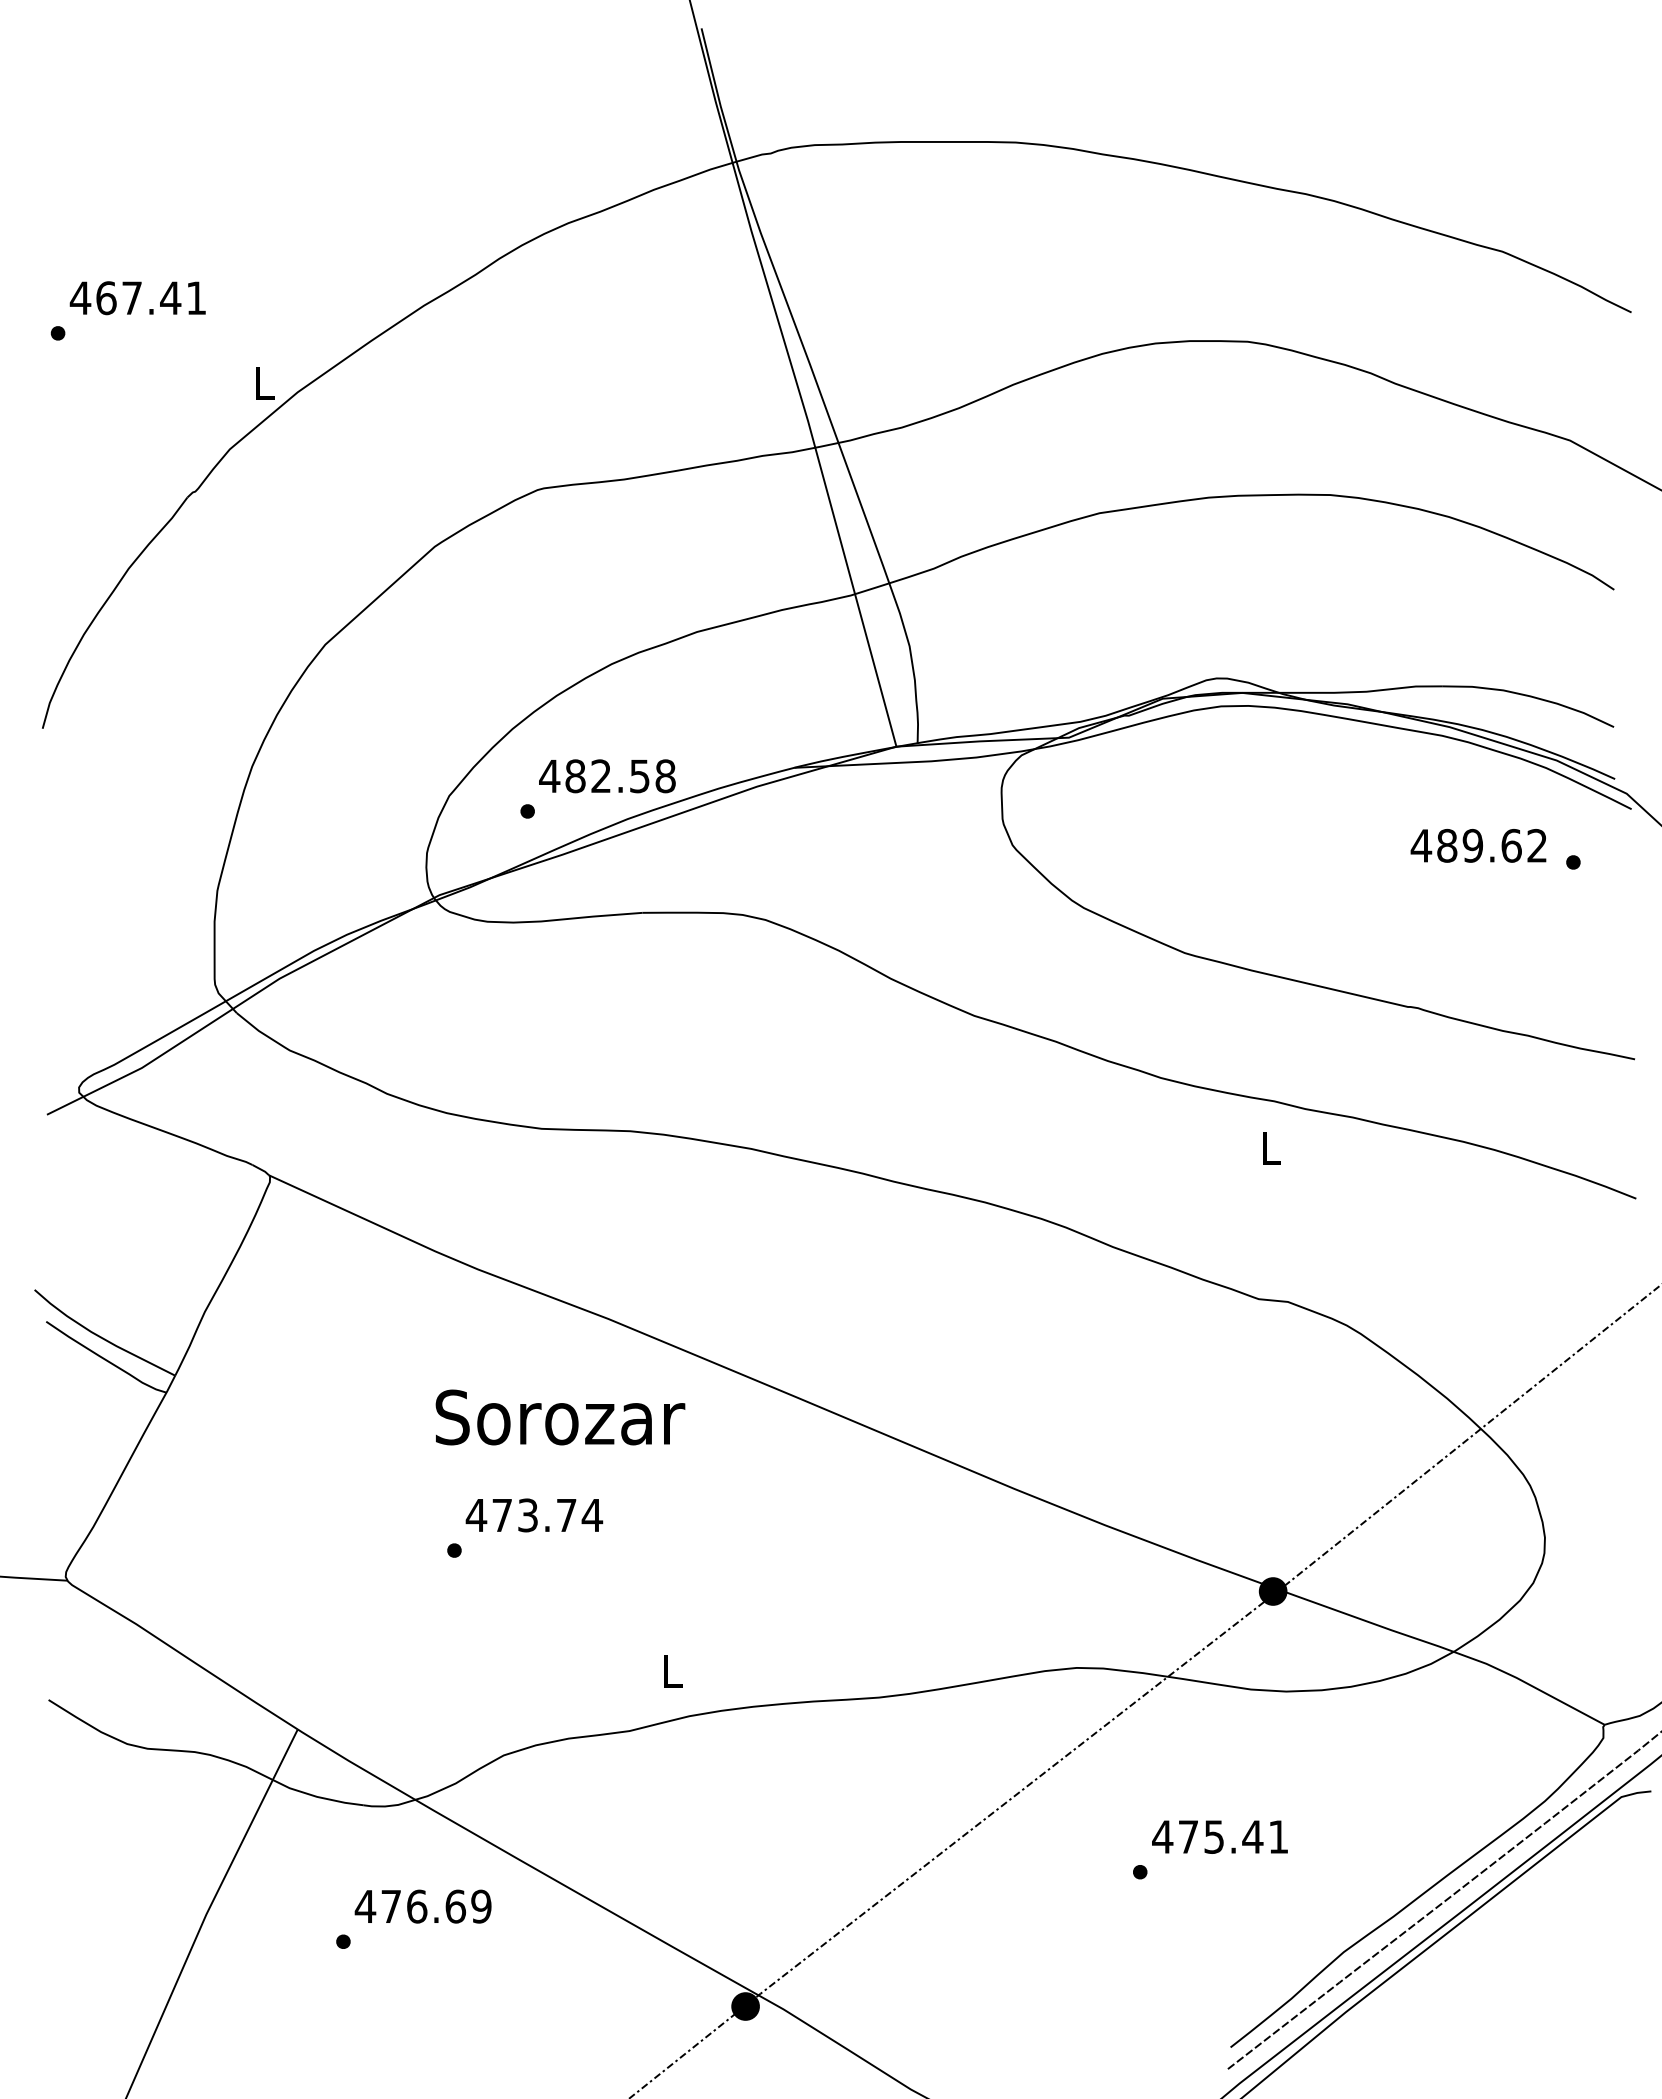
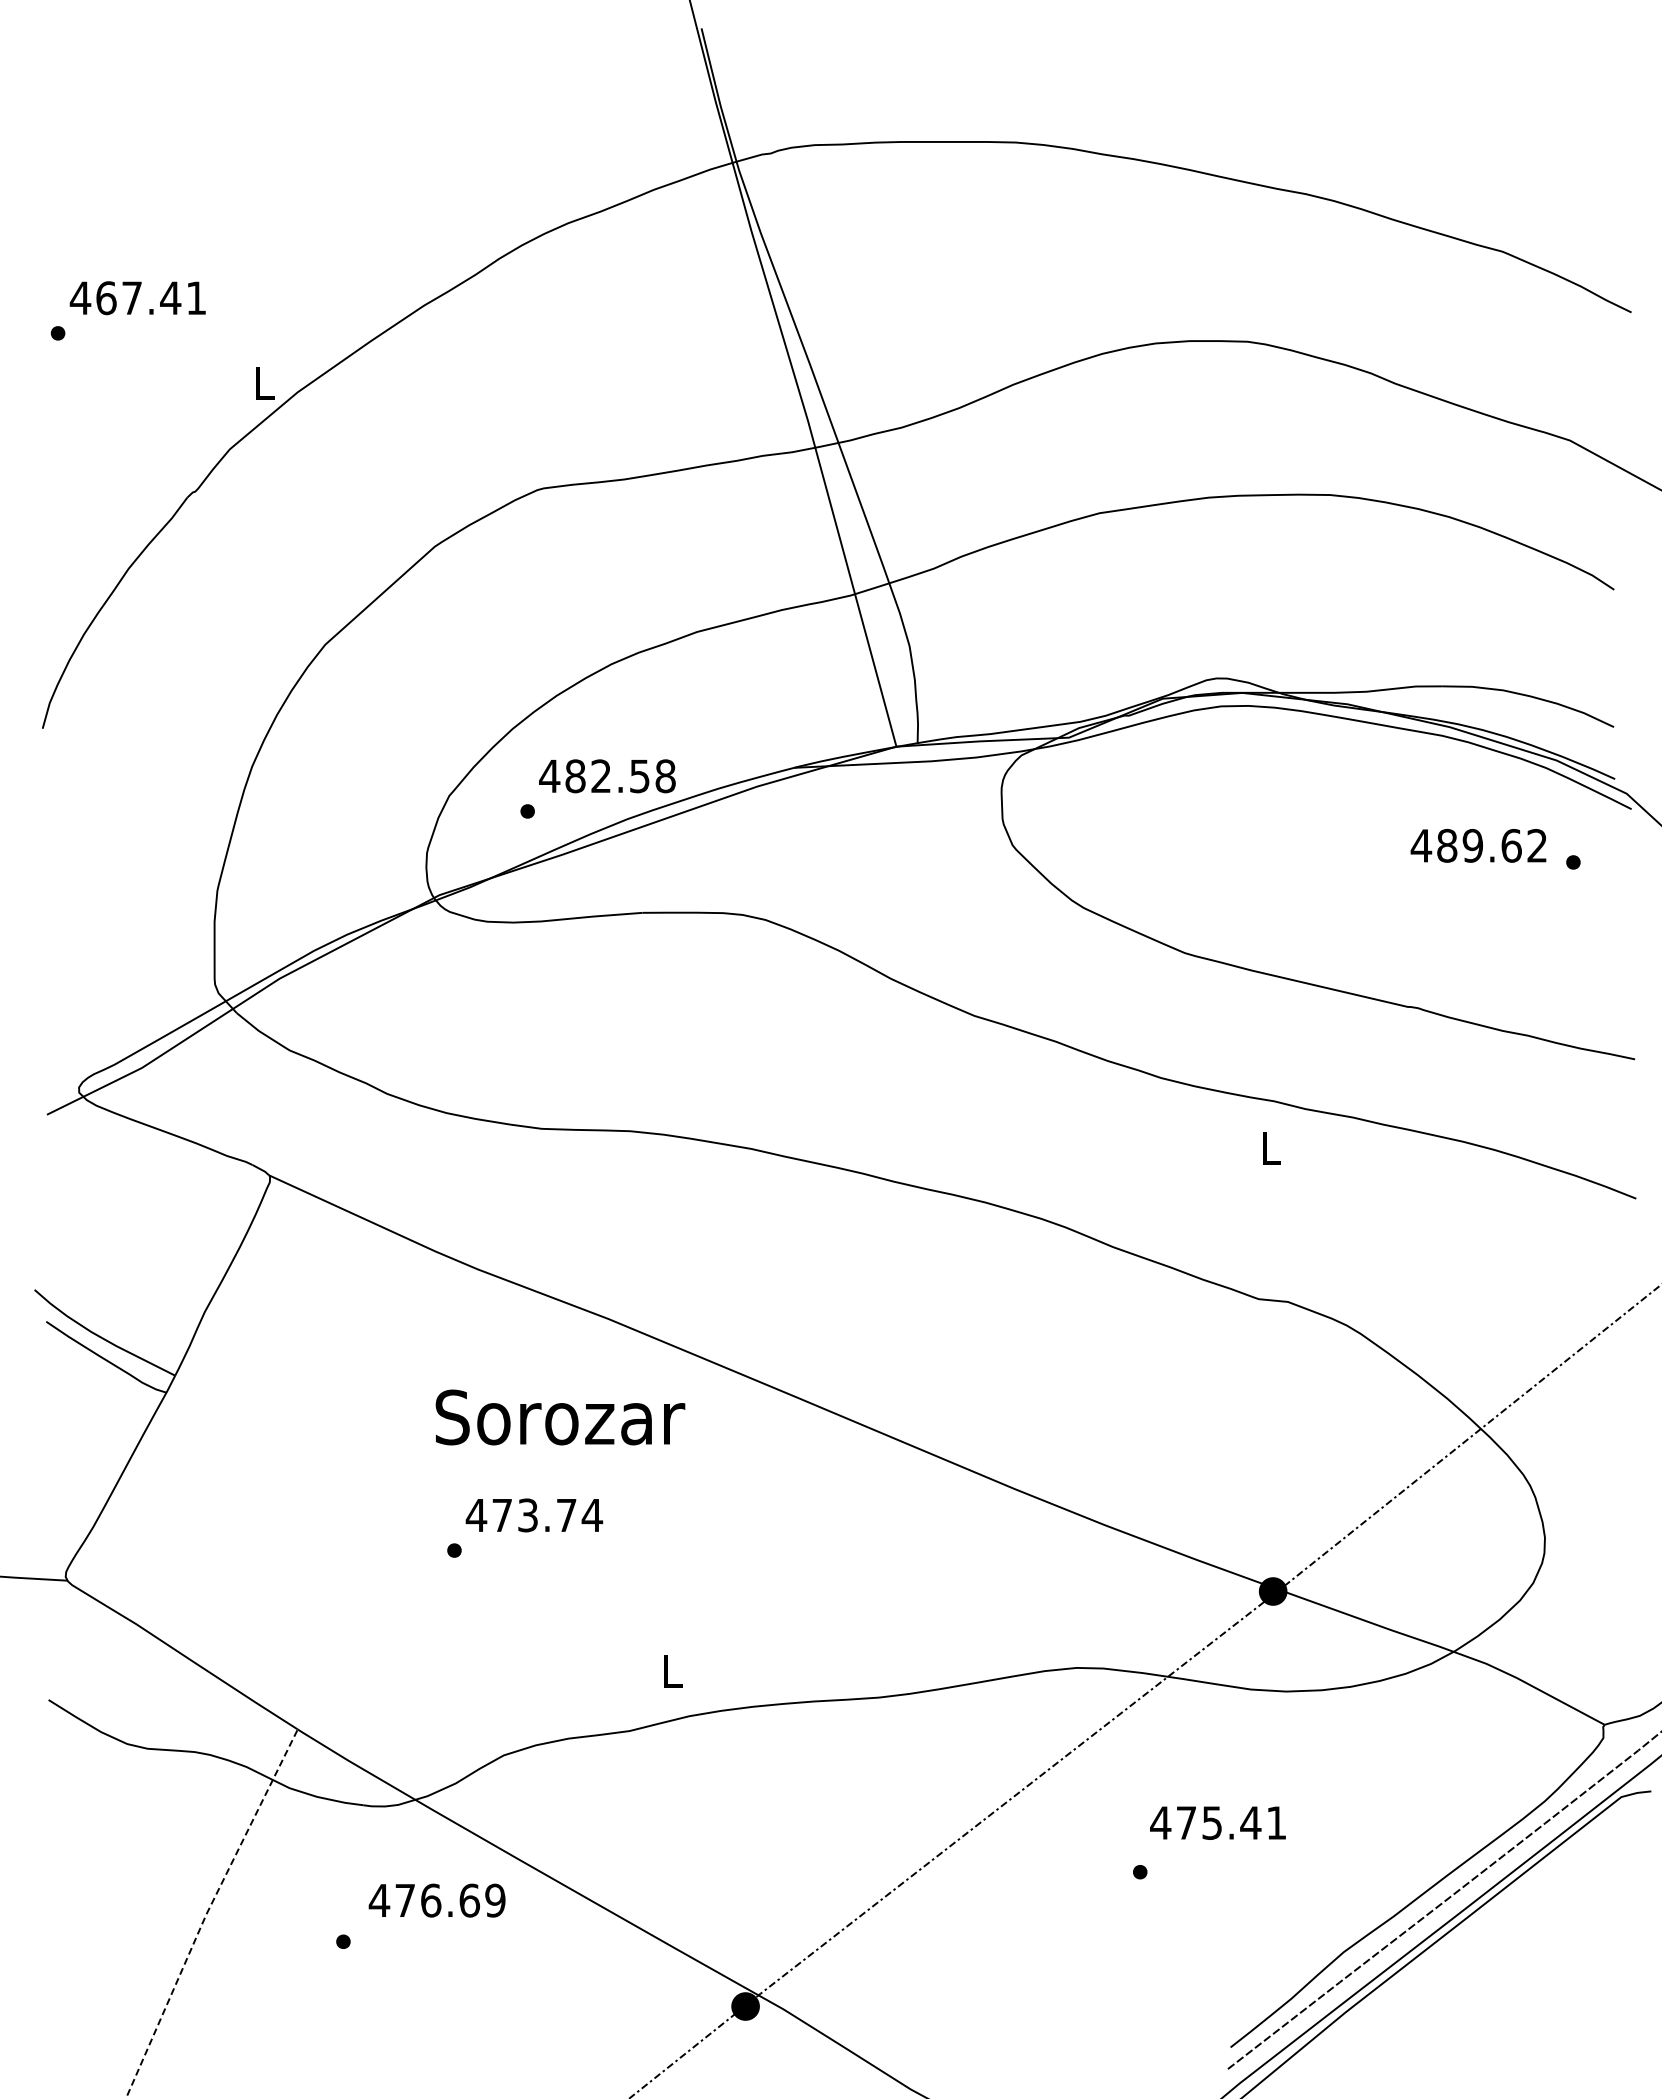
text at (1219, 1836) position: (1219, 1836) -> (1217, 1822)
text at (422, 1906) position: (422, 1906) -> (436, 1900)
line at (207, 1911): solid -> dashed
